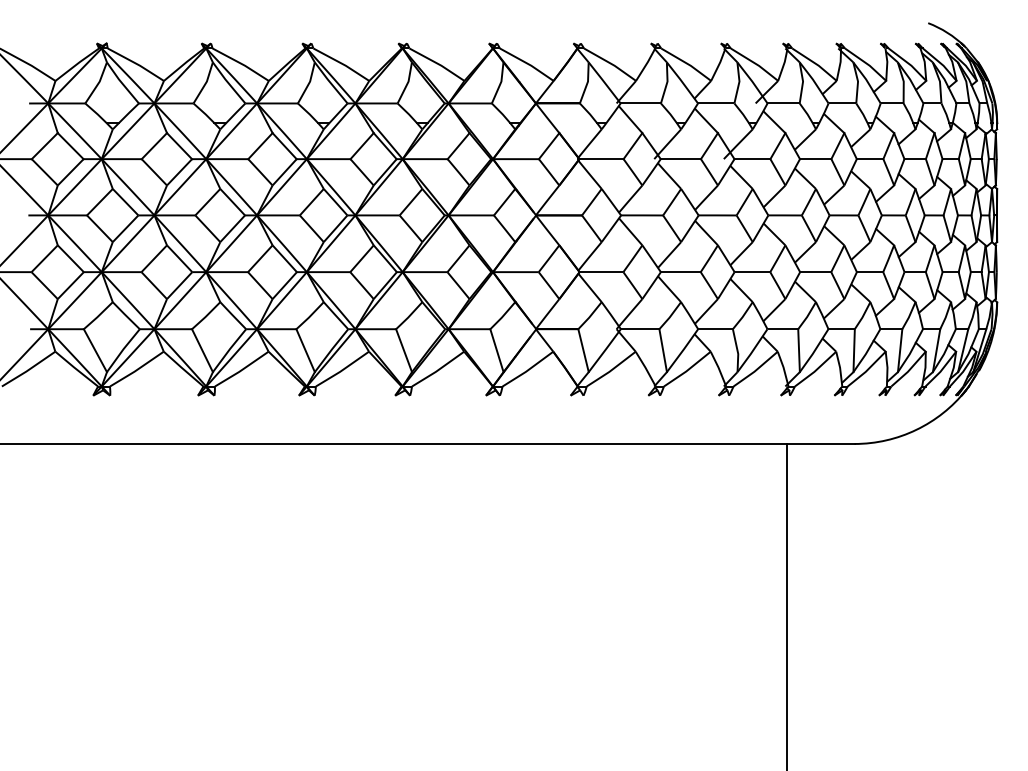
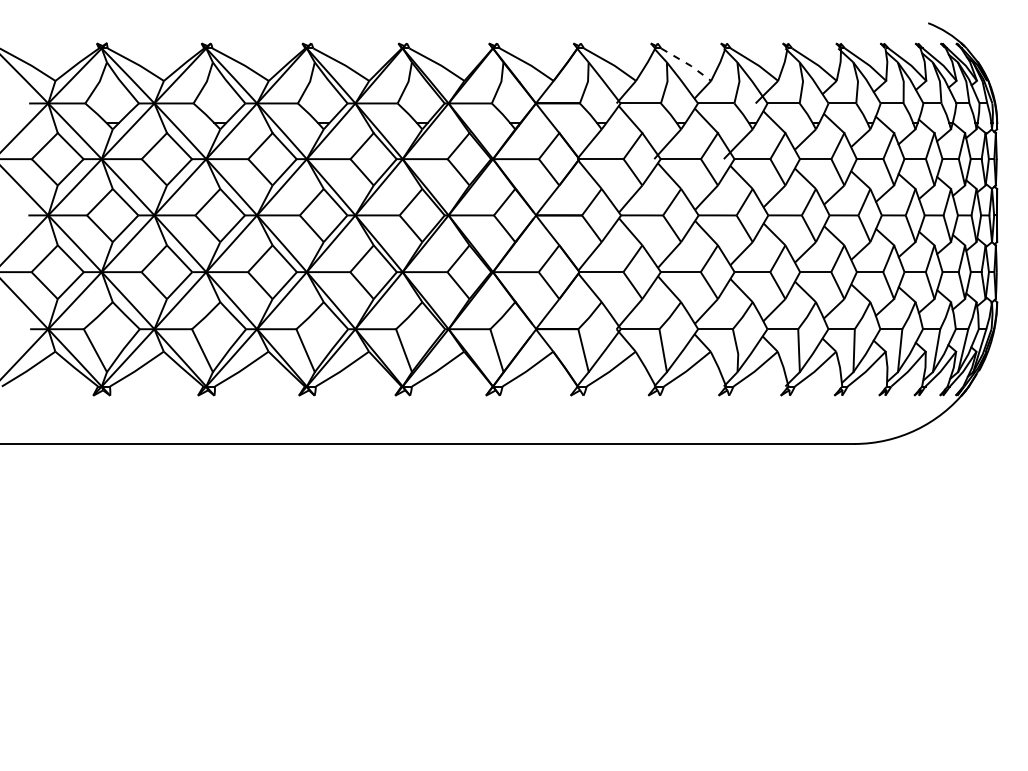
line at (687, 63): solid -> dashed
line at (786, 605): present -> none
